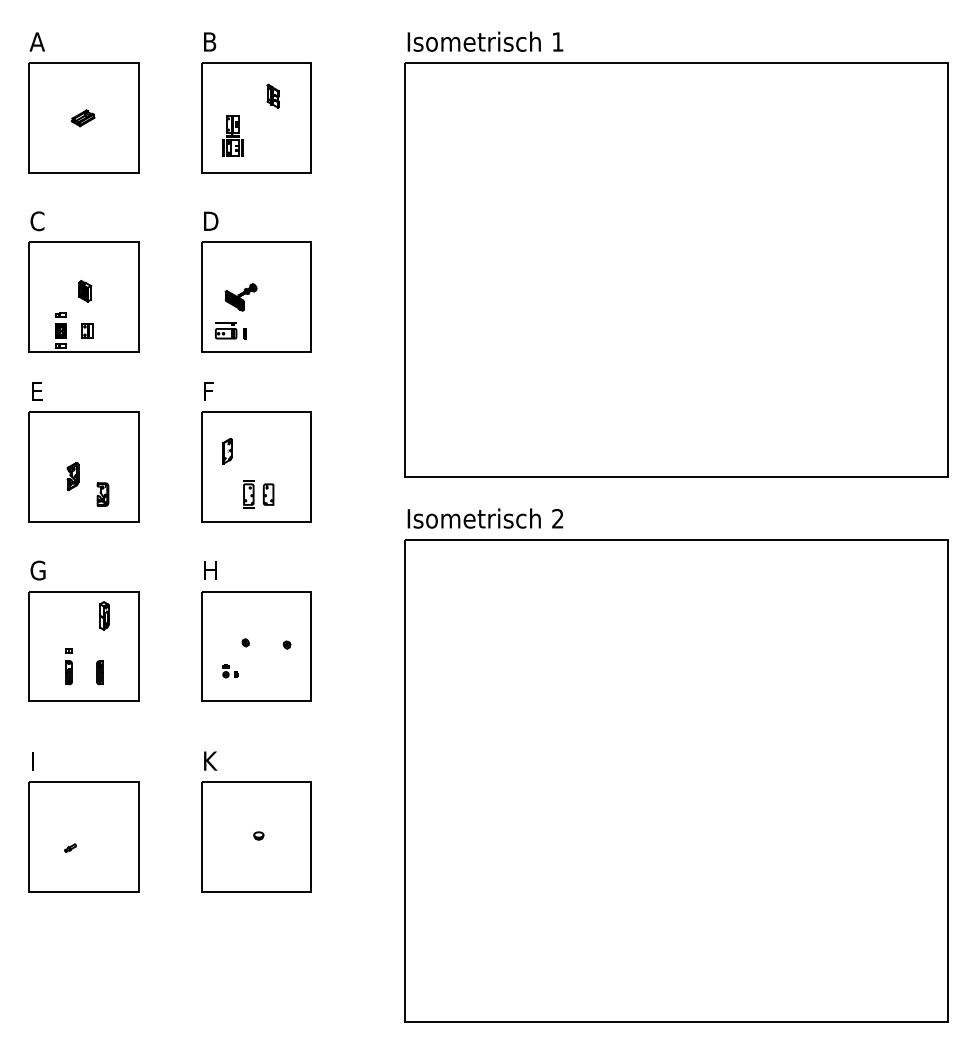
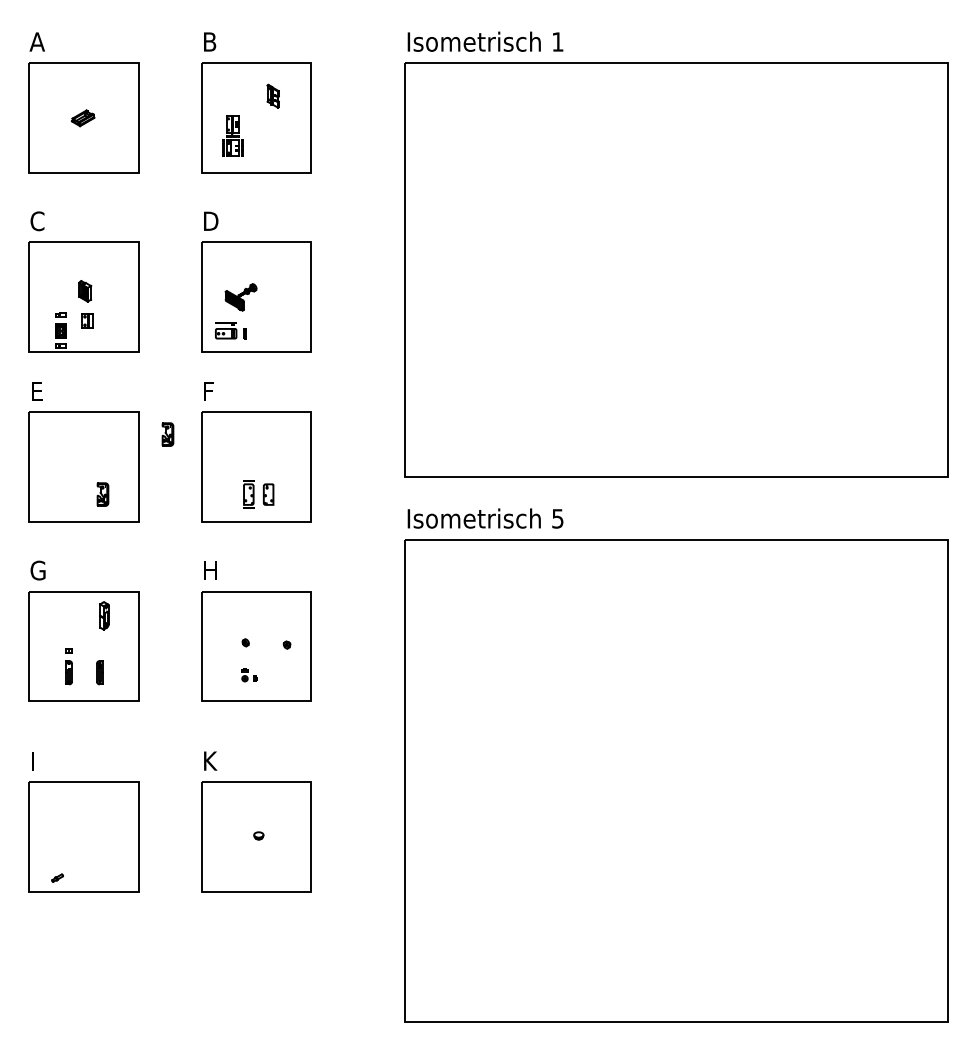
part at (87, 330) position: (87, 330) -> (87, 320)
part at (167, 434): none -> present
part at (227, 451): present -> none
part at (72, 476): present -> none
text at (557, 518): 2 -> 5
part at (230, 671) position: (230, 671) -> (249, 675)
part at (70, 847) position: (70, 847) -> (57, 877)
